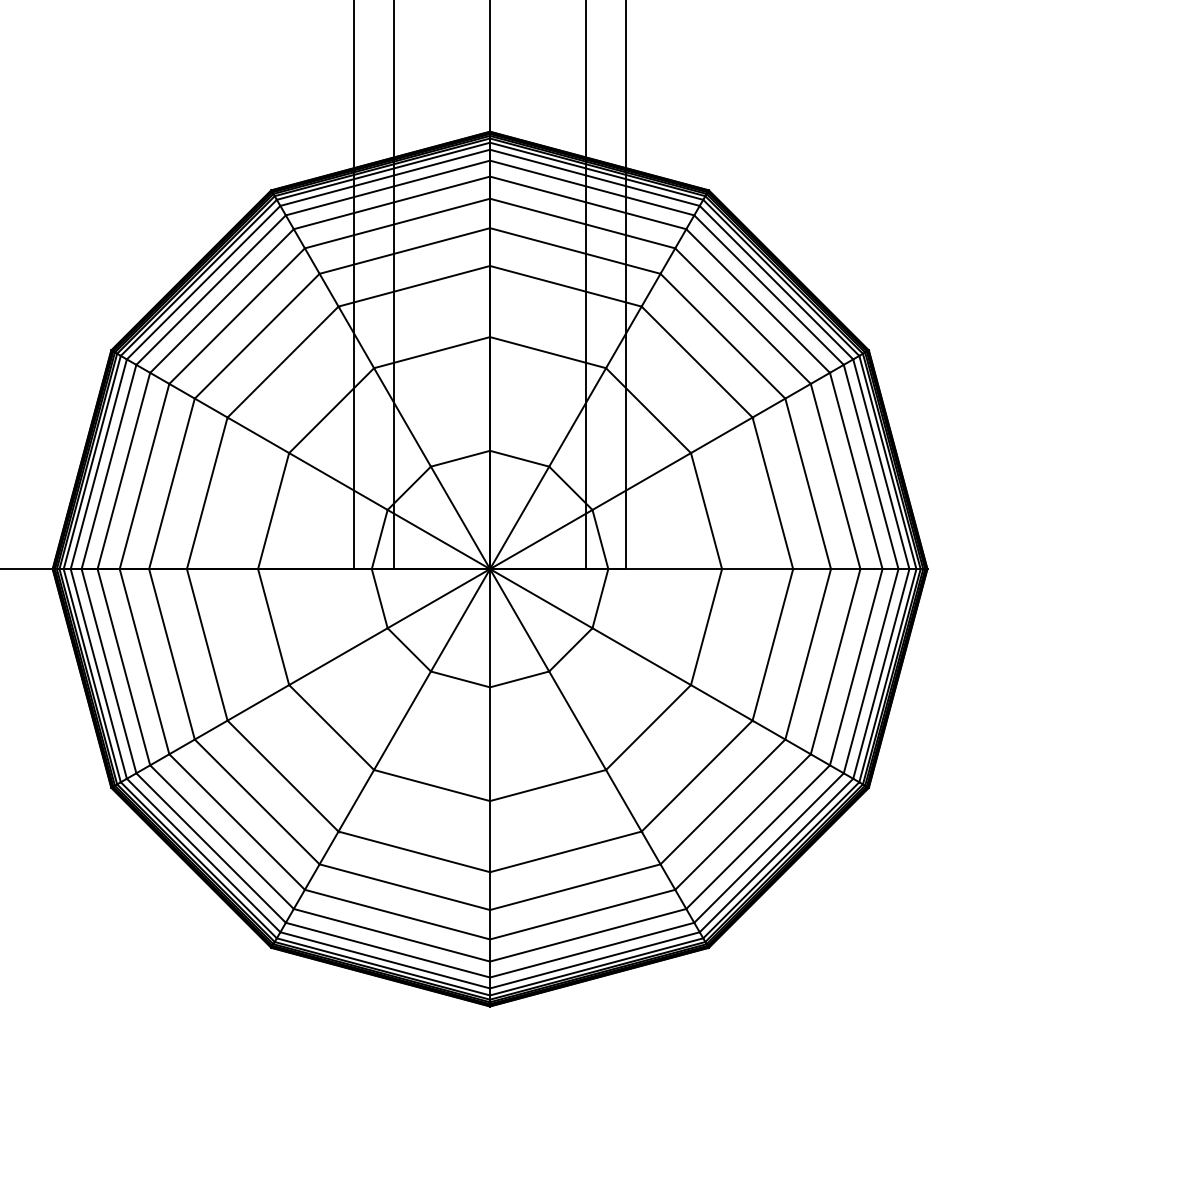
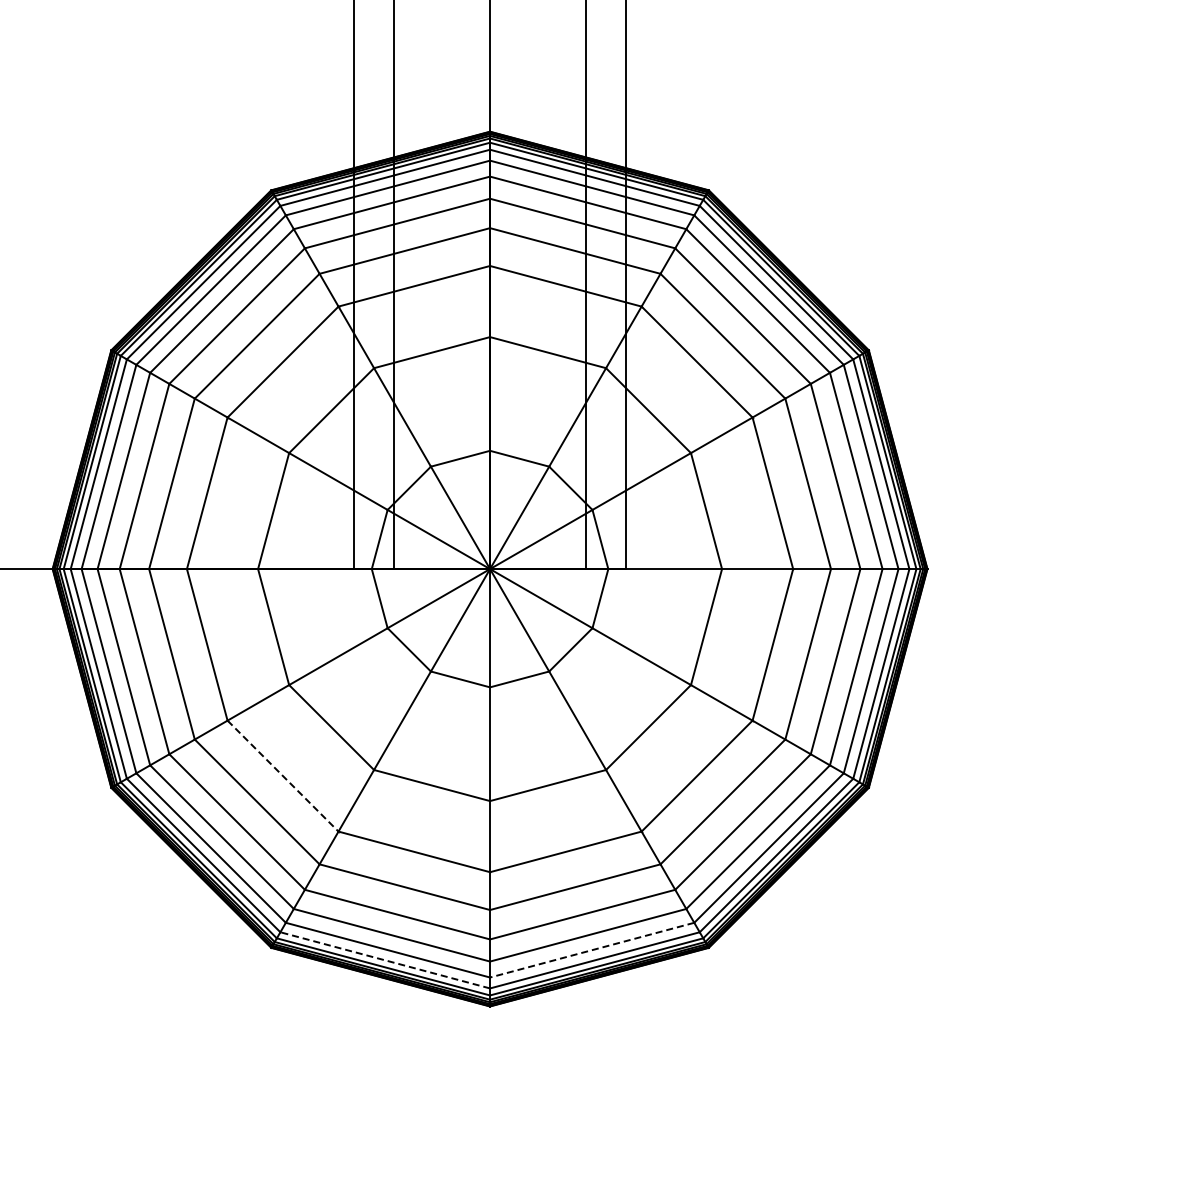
line at (283, 776): solid -> dashed
line at (592, 950): solid -> dashed
line at (385, 960): solid -> dashed
